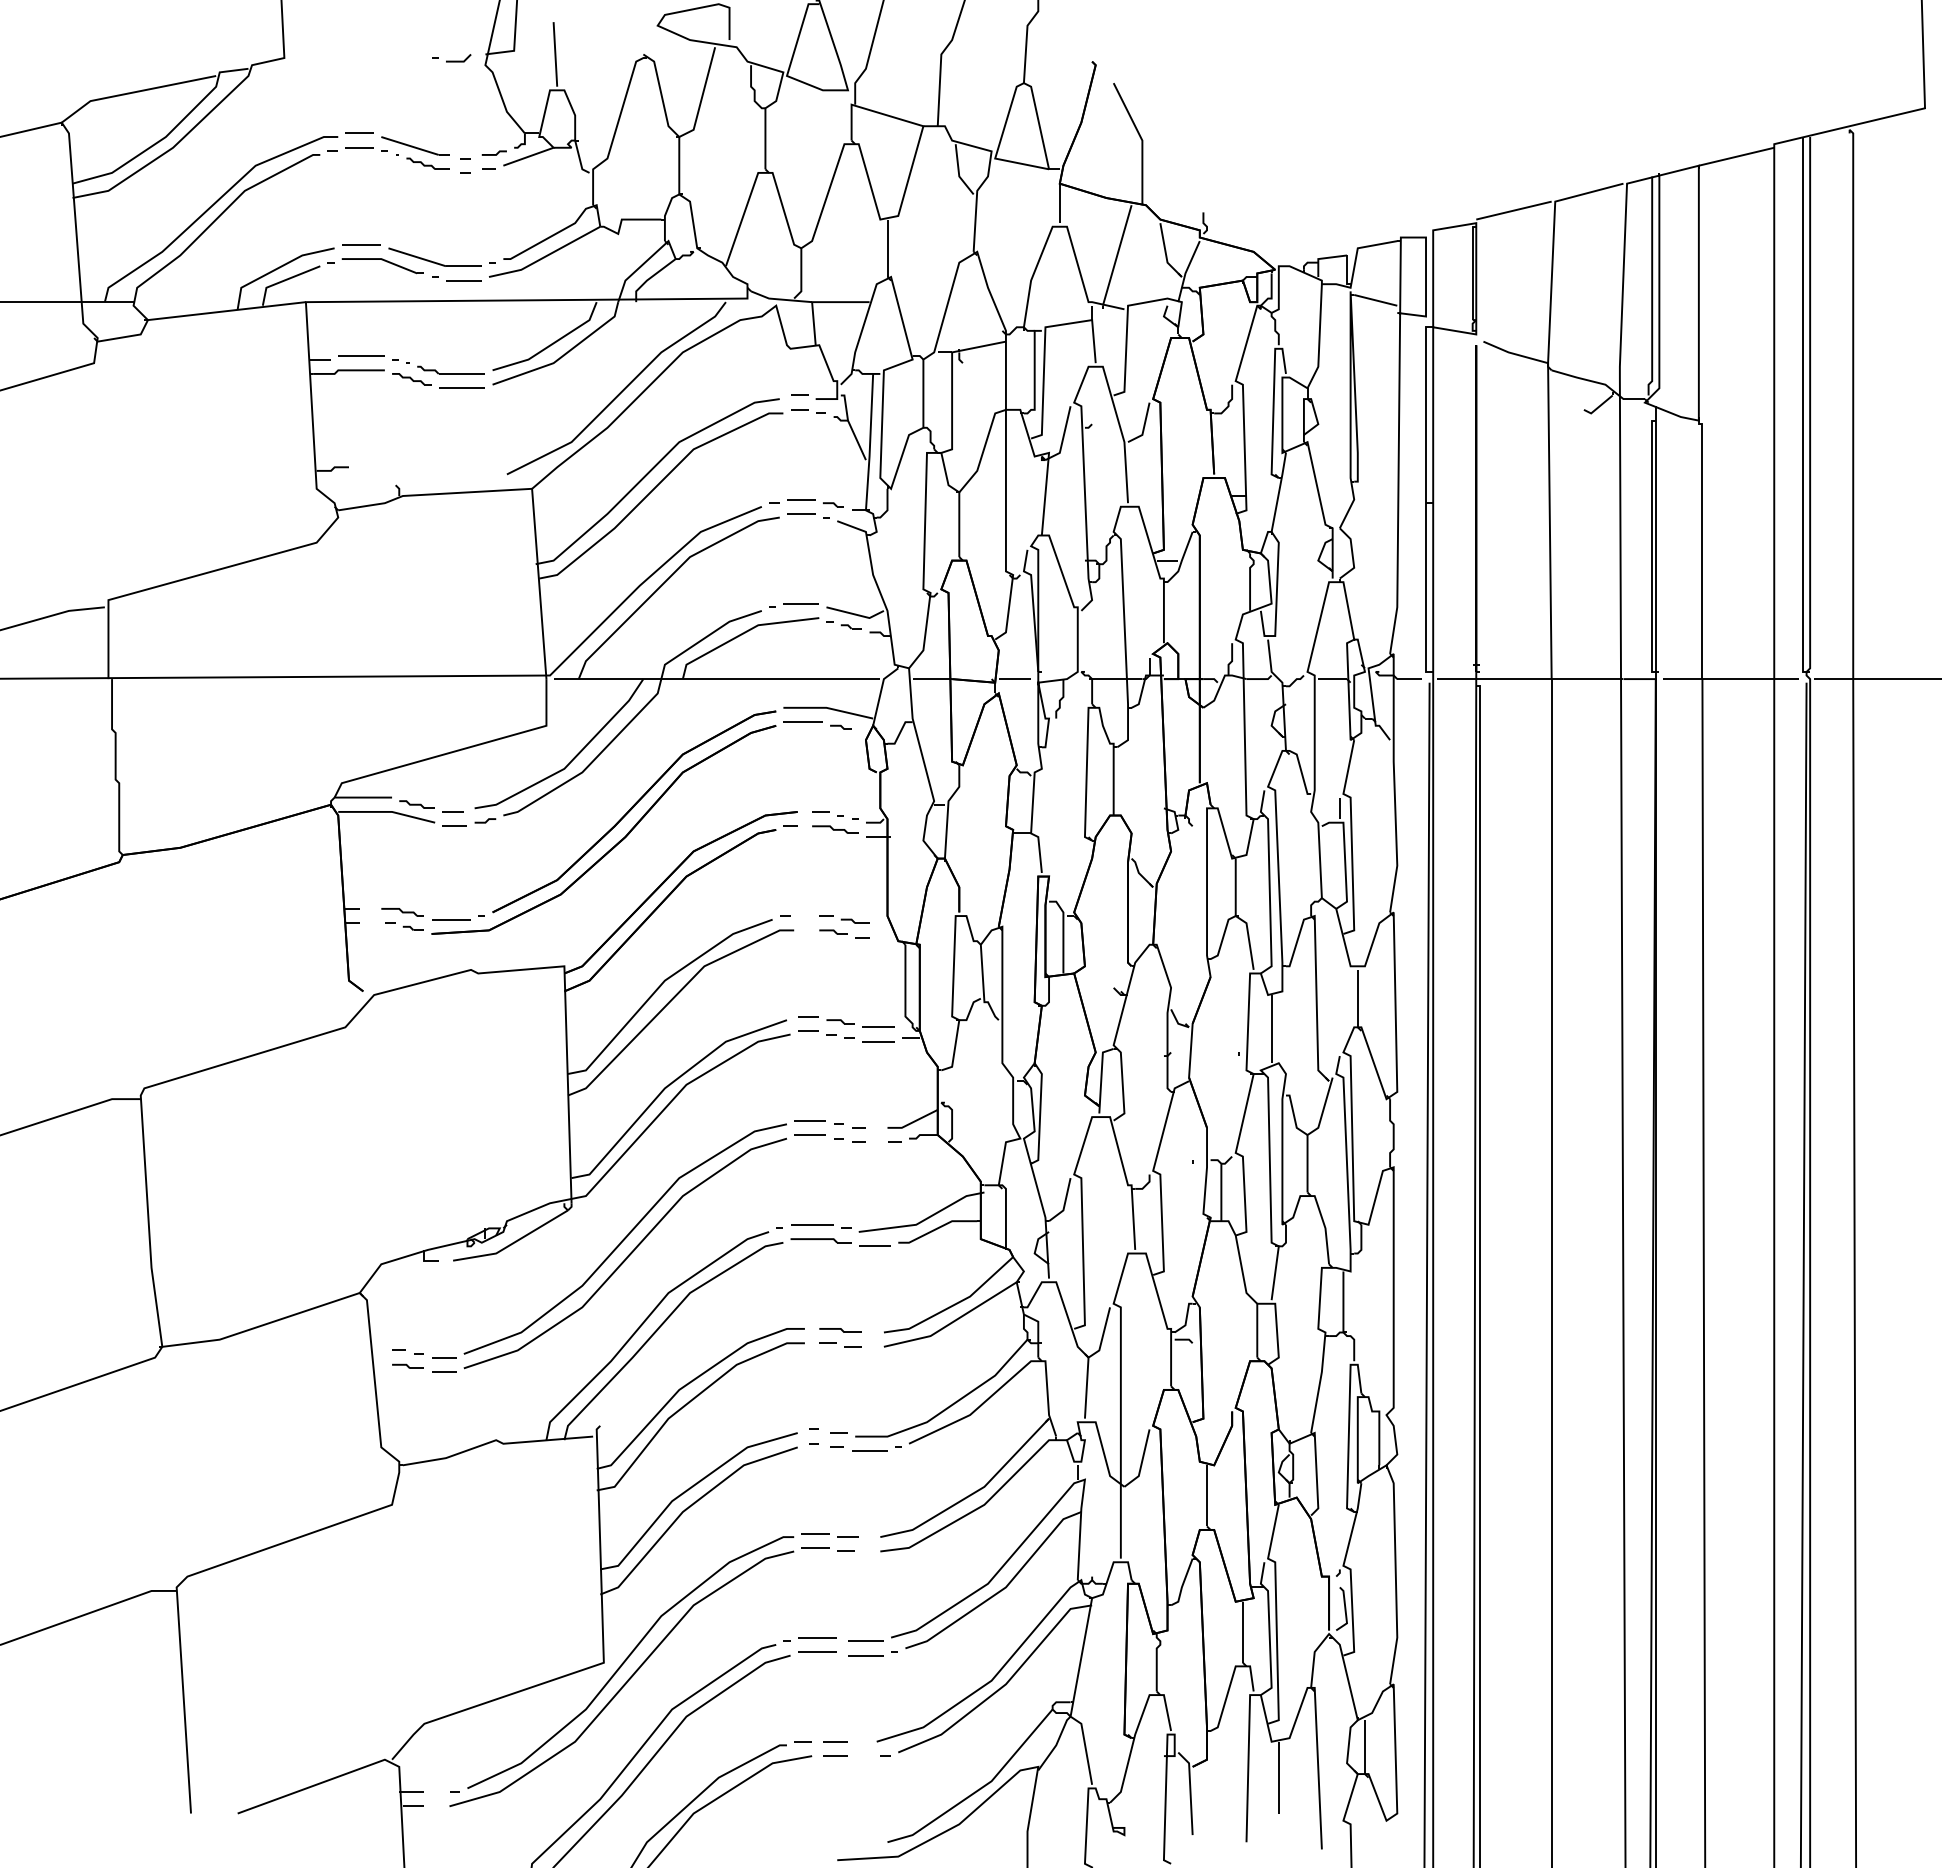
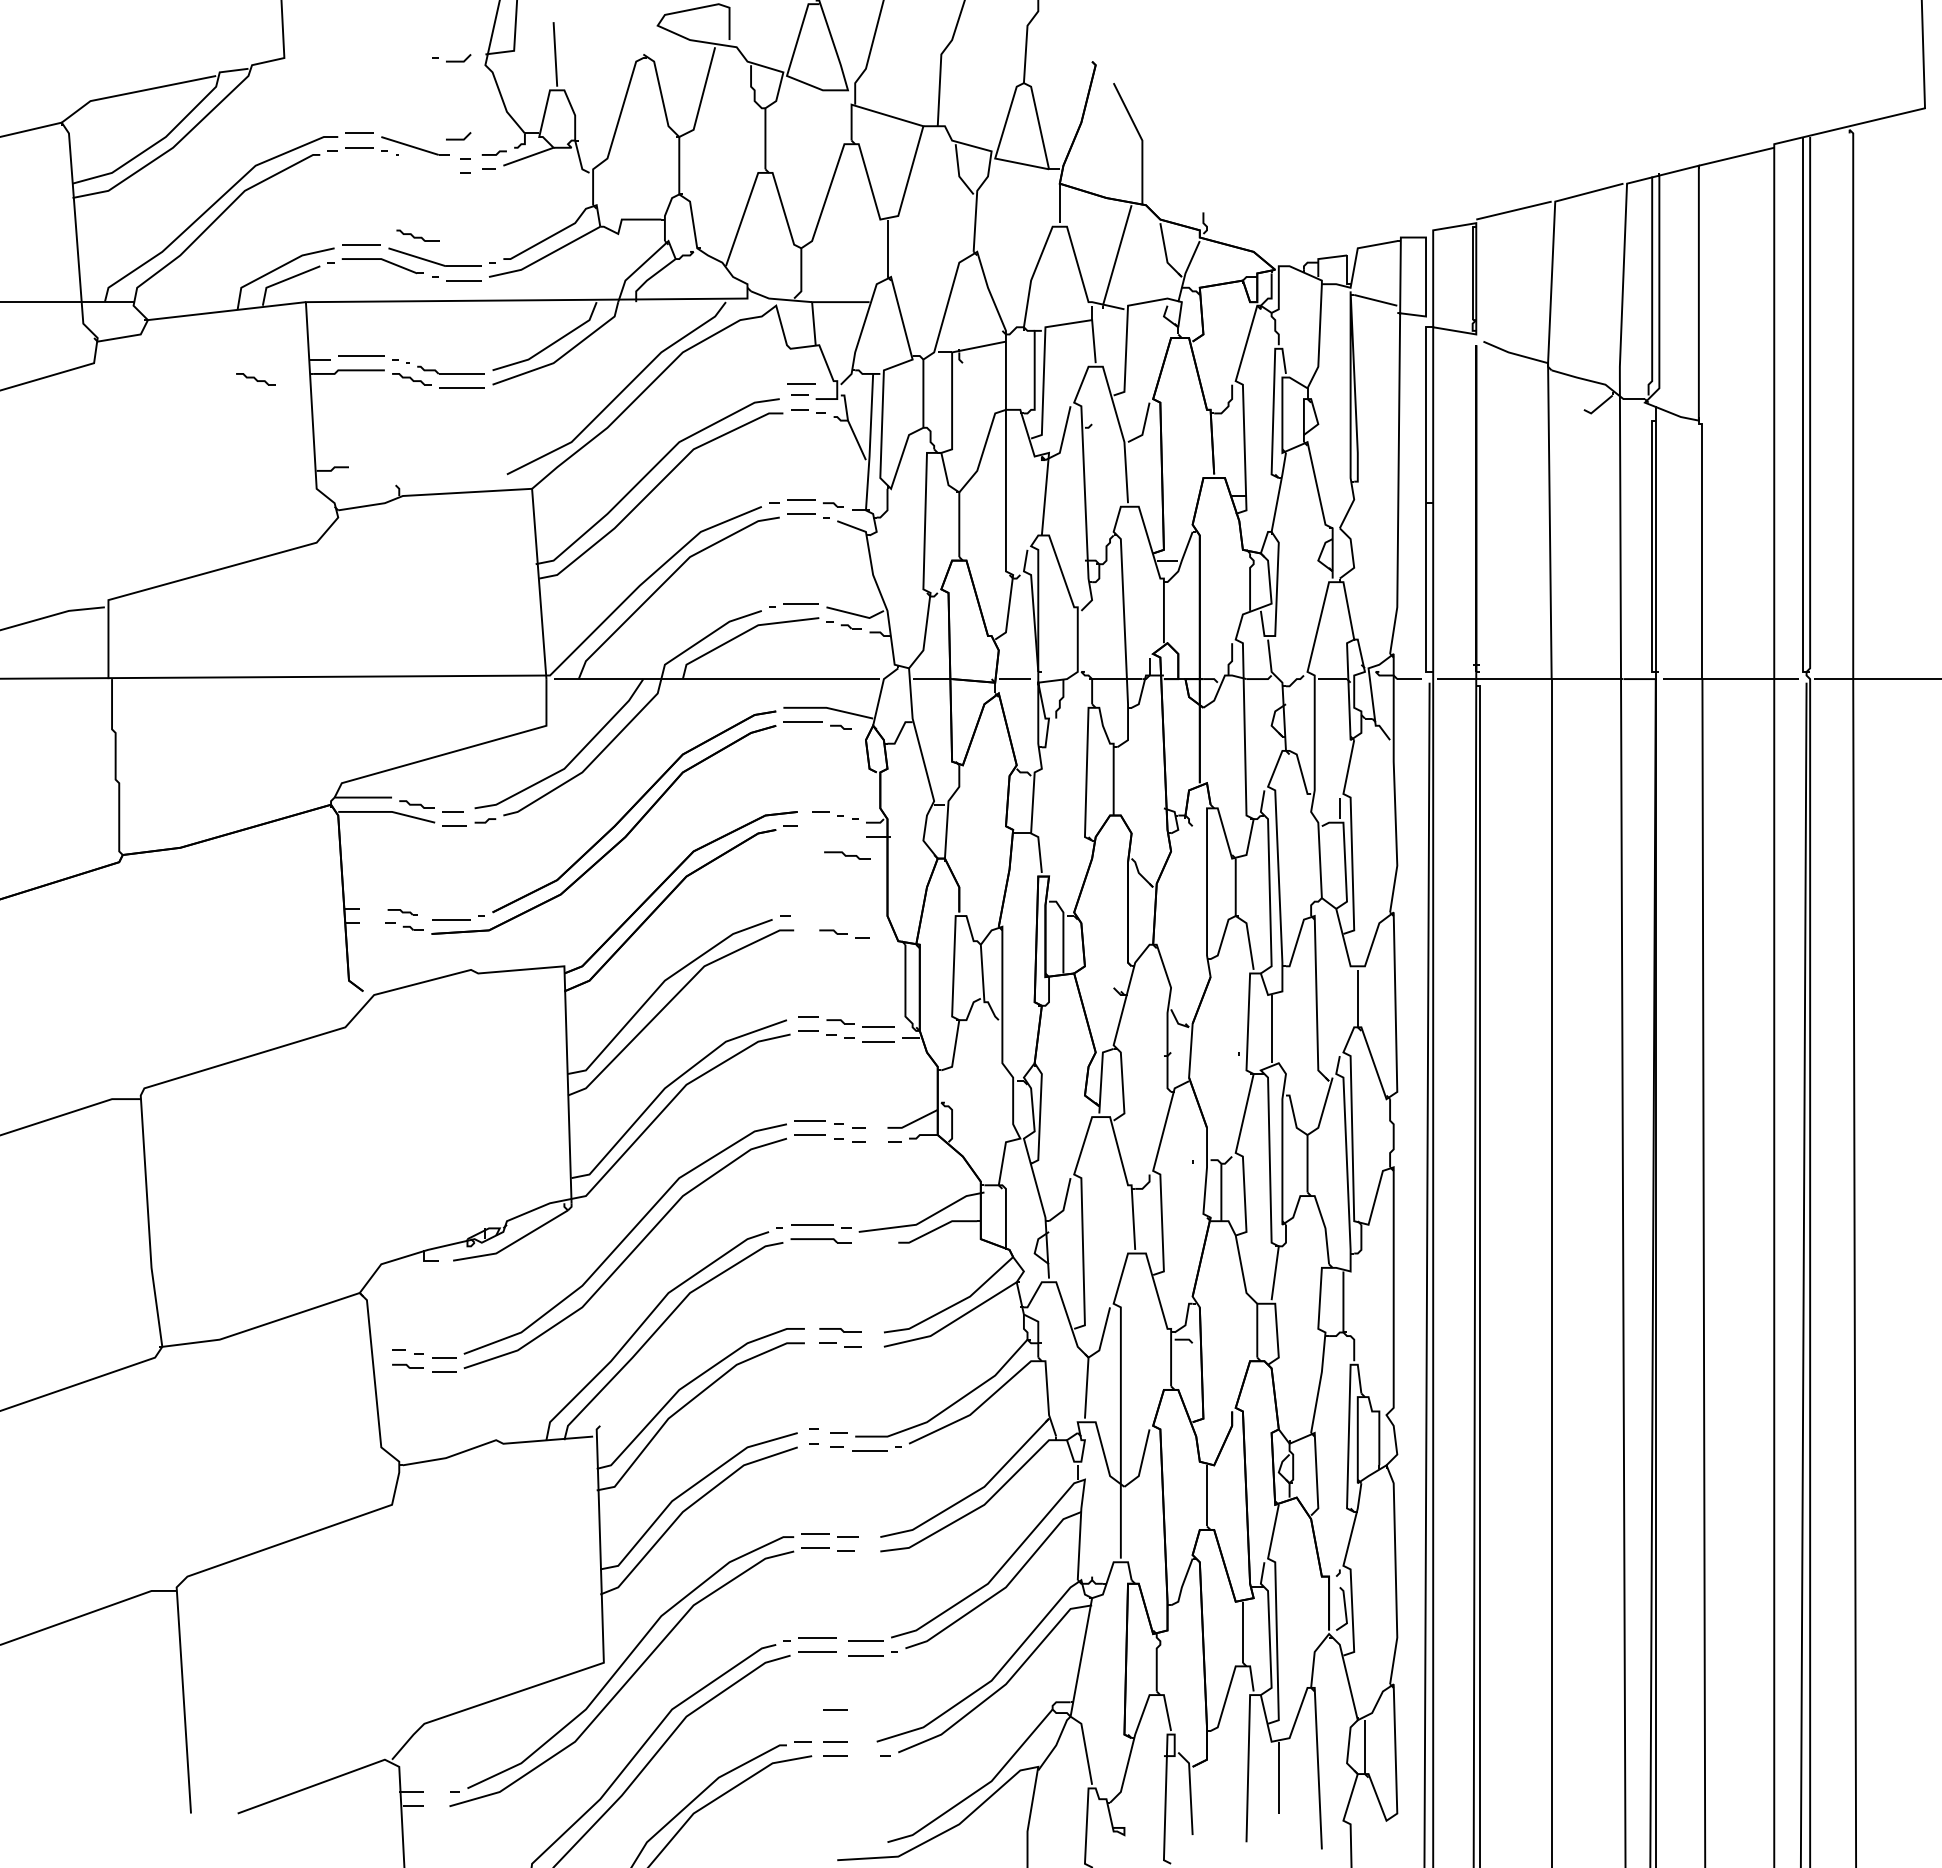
line at (458, 138): none -> present
part at (427, 163) position: (427, 163) -> (417, 235)
part at (255, 379): none -> present
line at (801, 383): none -> present
part at (835, 829) position: (835, 829) -> (847, 855)
part at (402, 912) size: 43x9 px -> 31x7 px
part at (844, 919): present -> none
line at (874, 1245): present -> none
line at (835, 1709): none -> present
